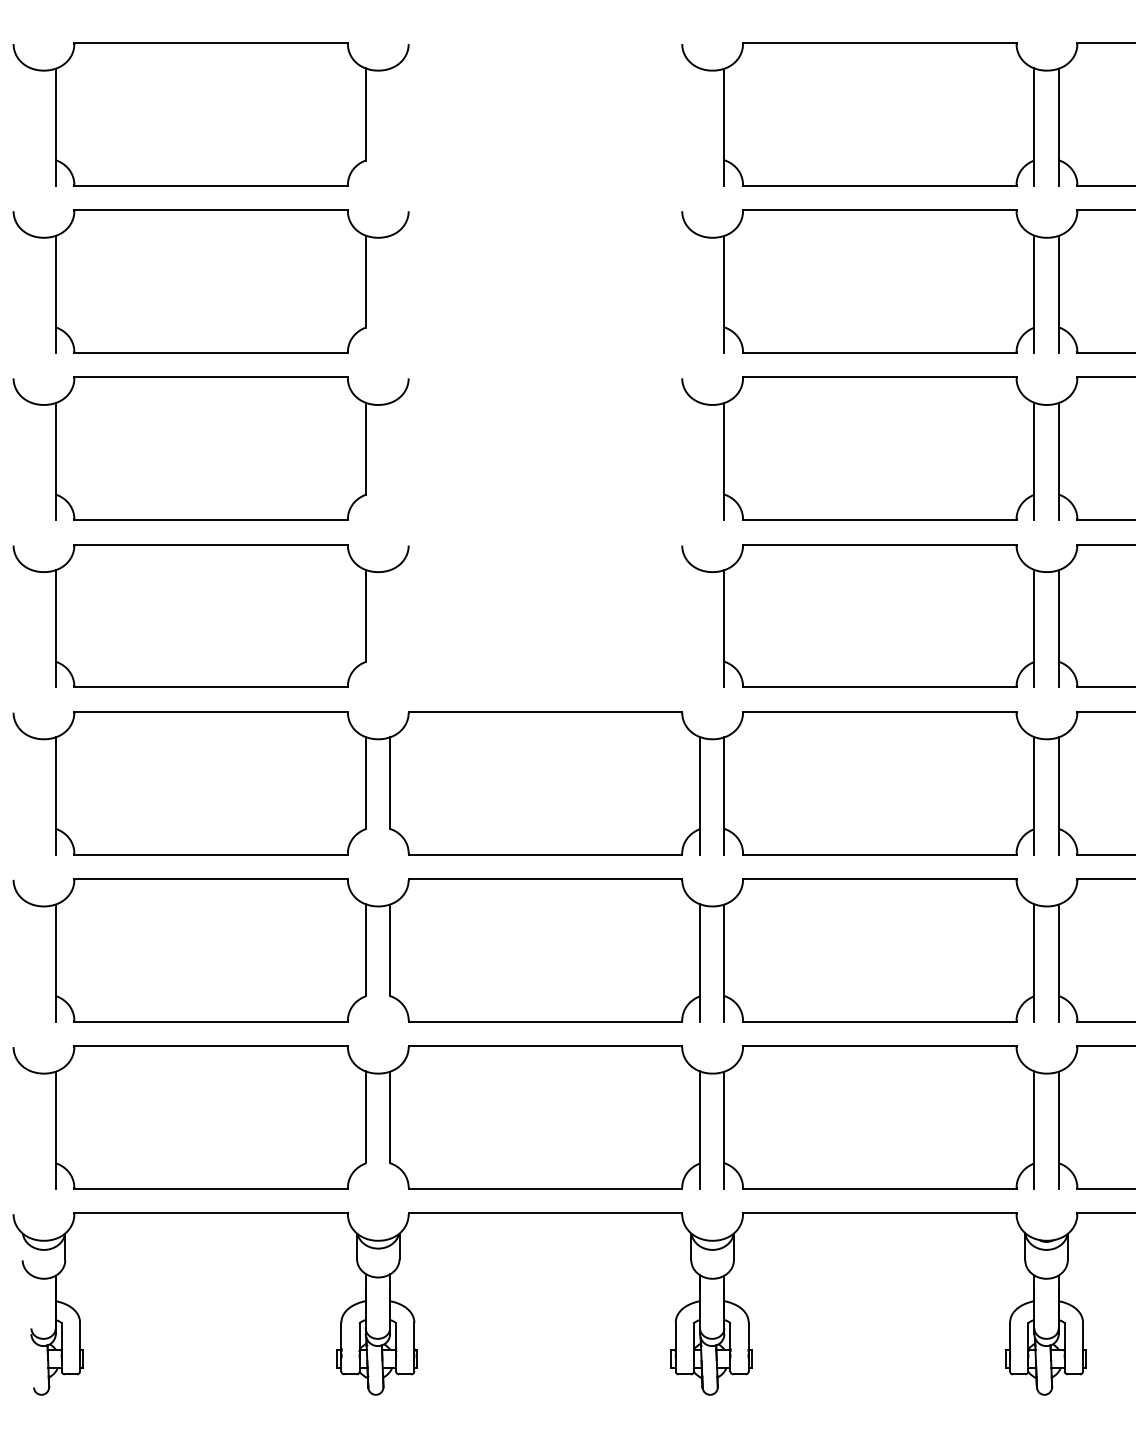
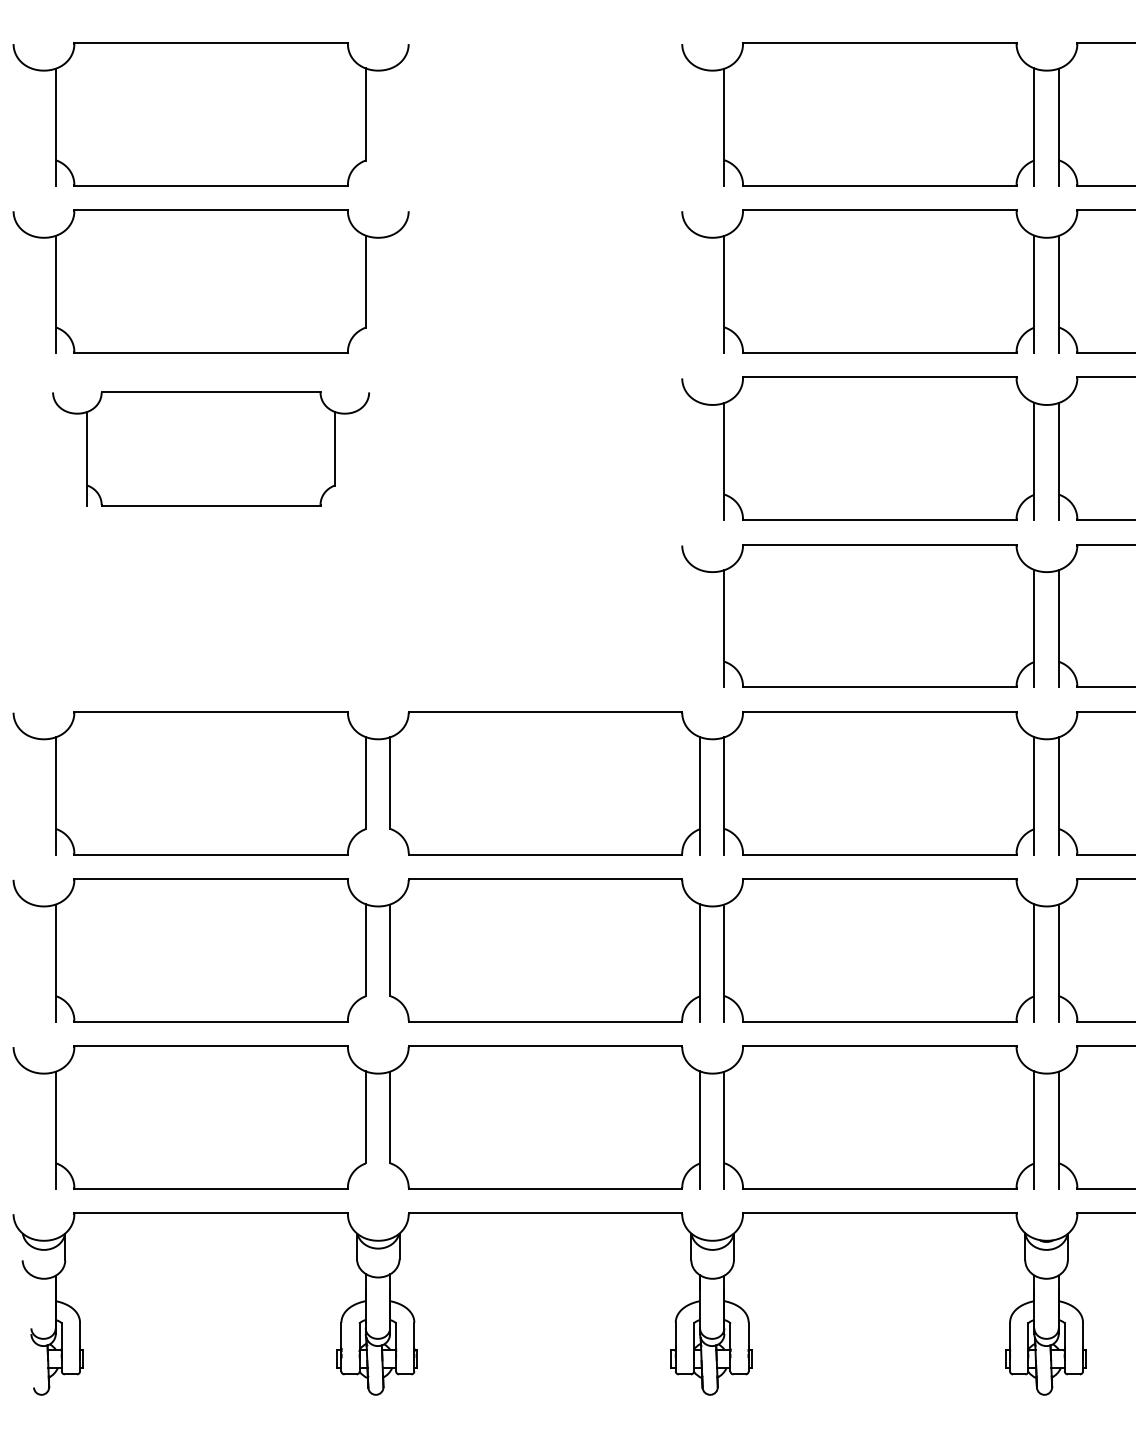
part at (210, 448) size: 398x145 px -> 318x116 px
part at (210, 615): present -> none
